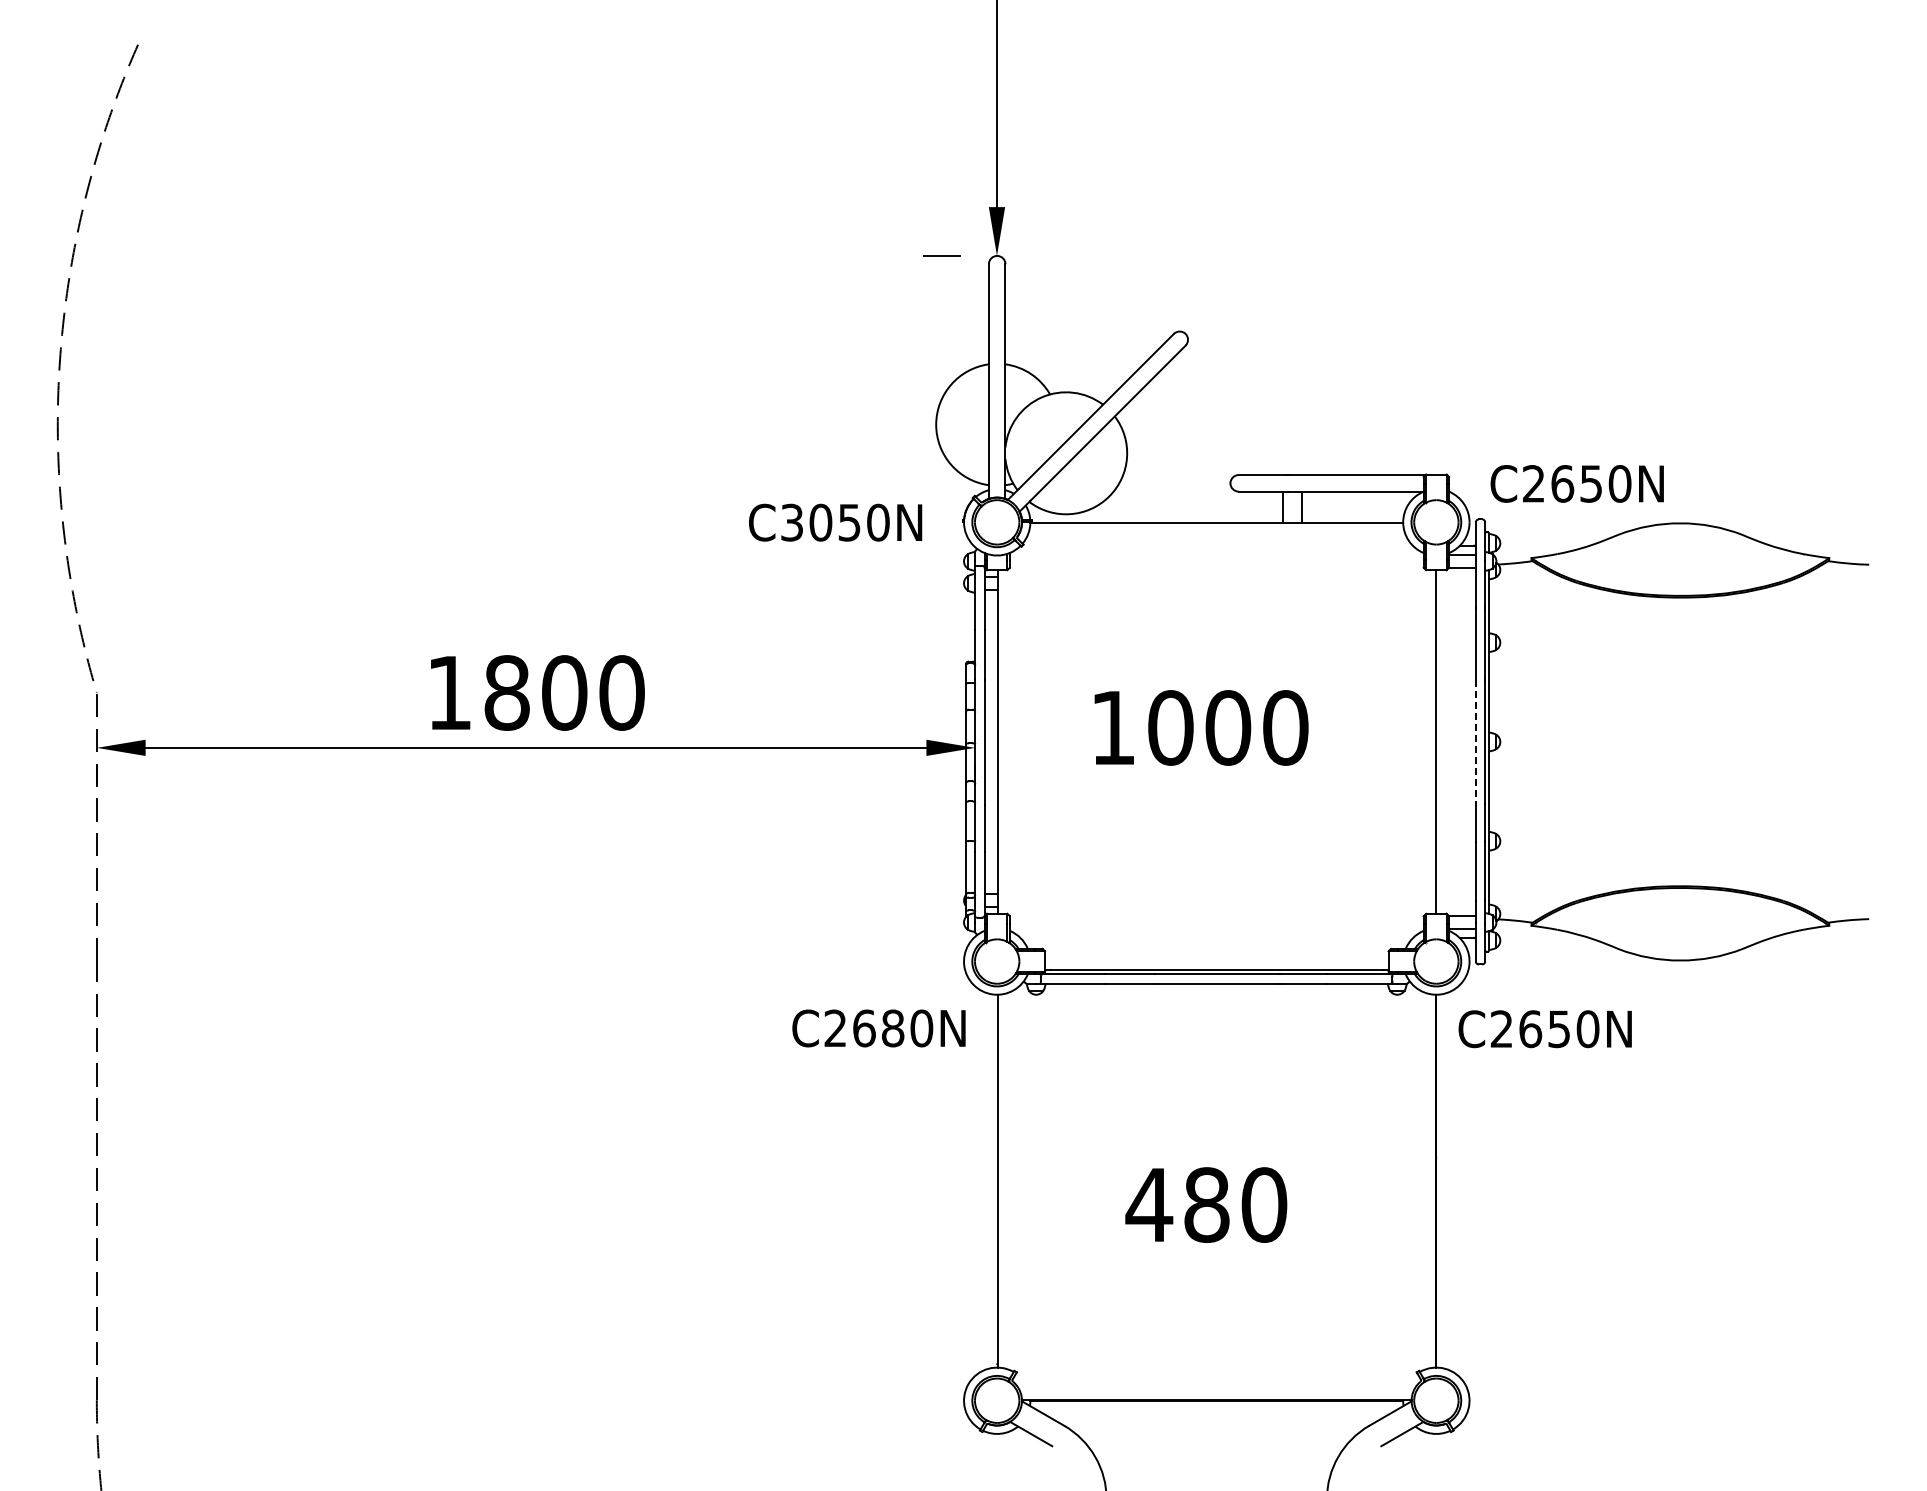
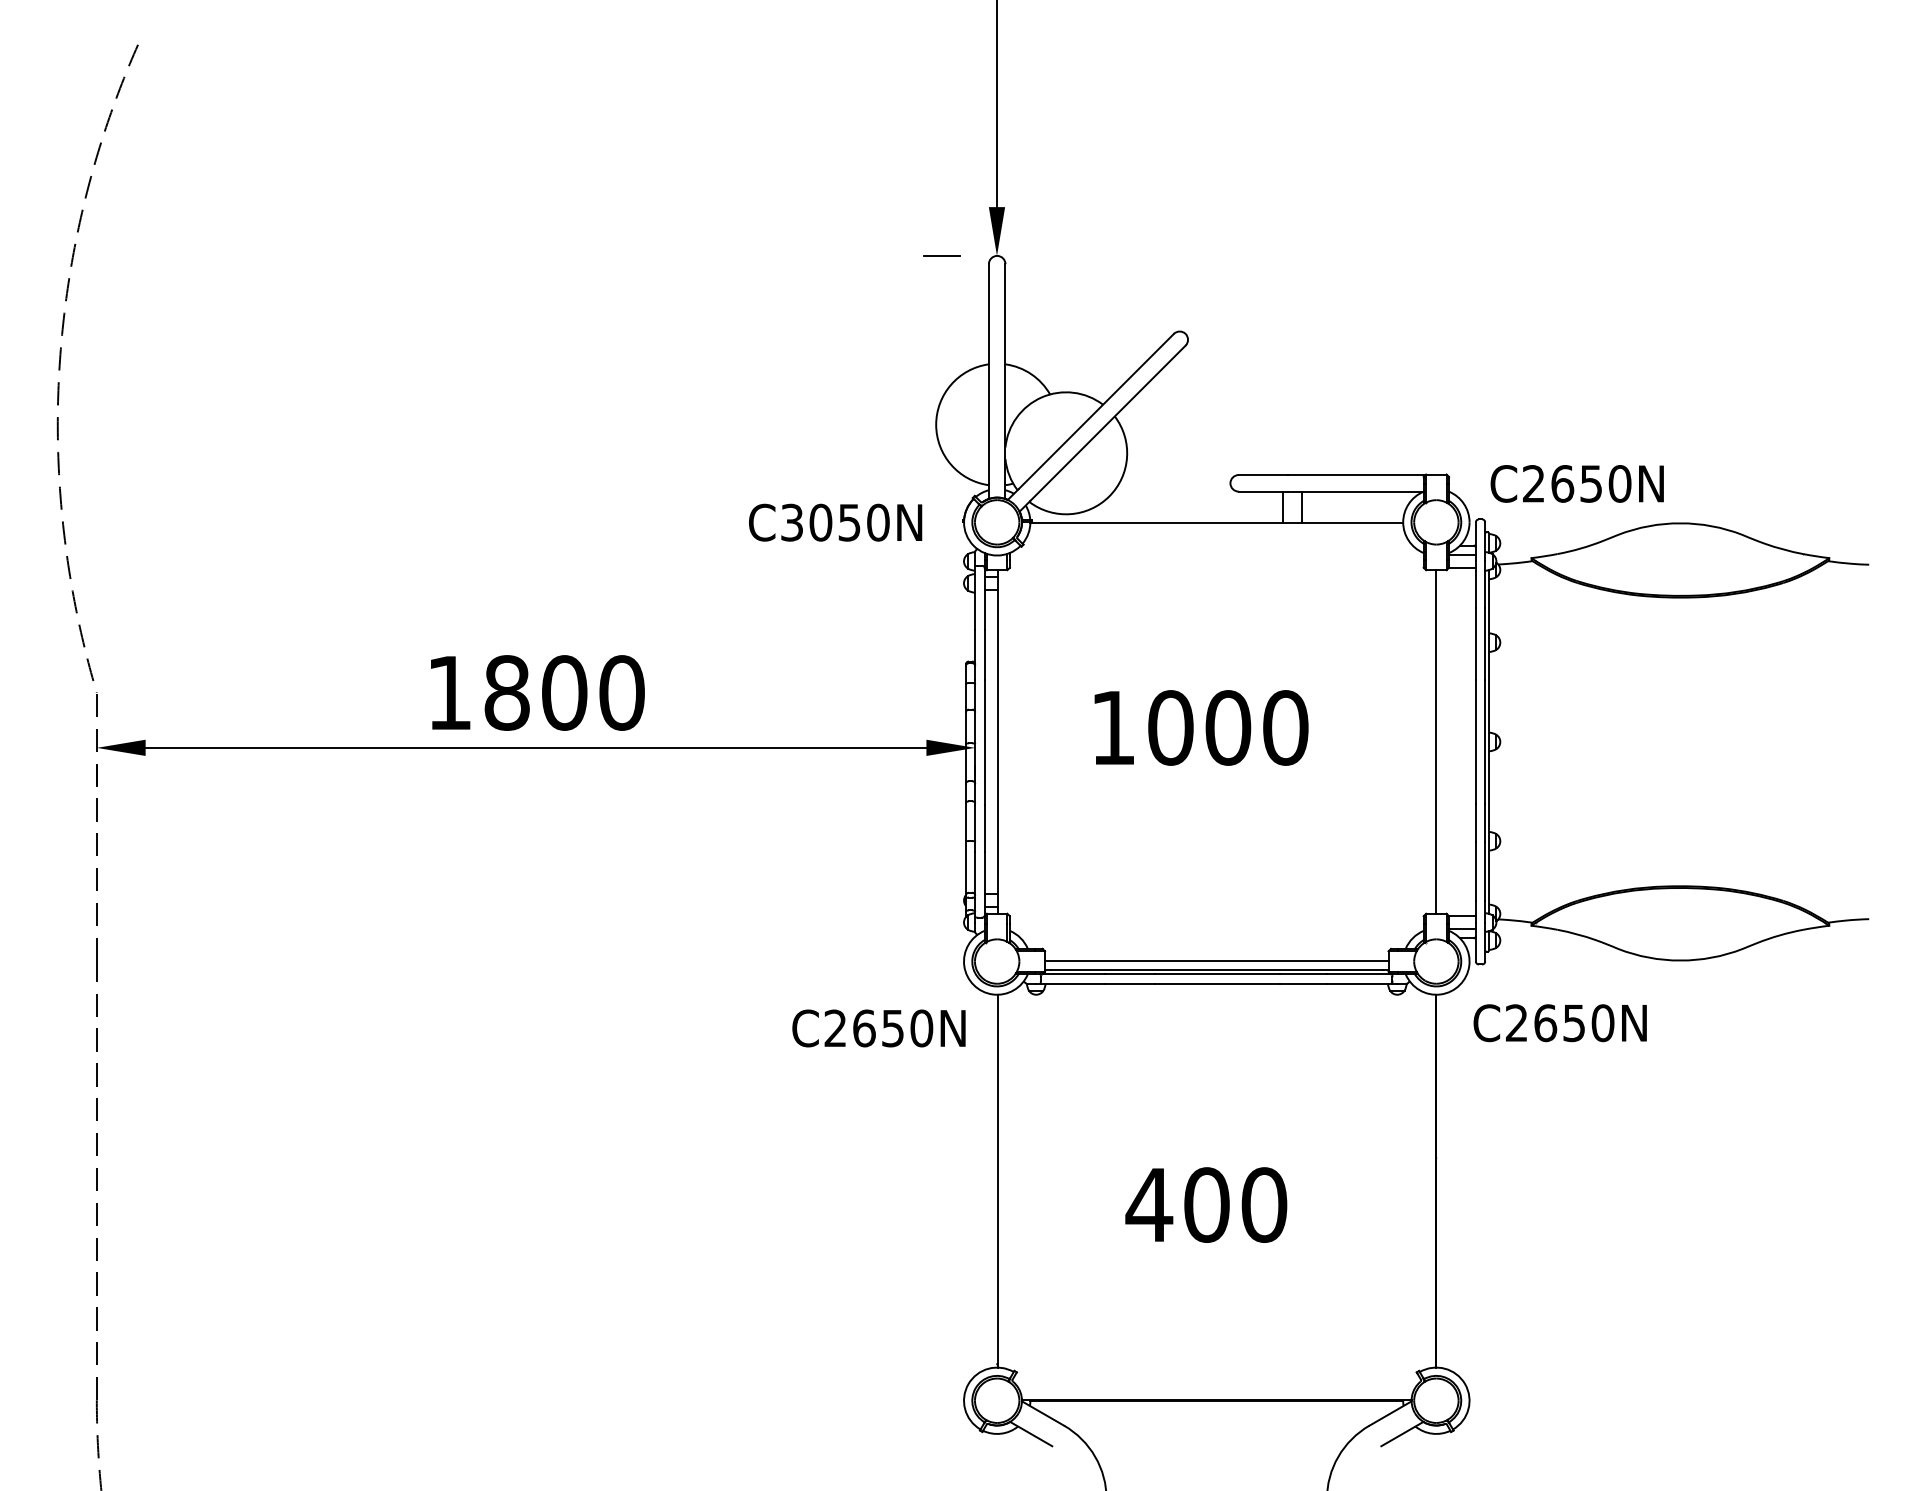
line at (1475, 742): dashed -> solid
line at (1216, 961): none -> present
text at (892, 1028): C2680N -> C2650N
text at (1544, 1029) position: (1544, 1029) -> (1559, 1023)
text at (1206, 1204): 480 -> 400
